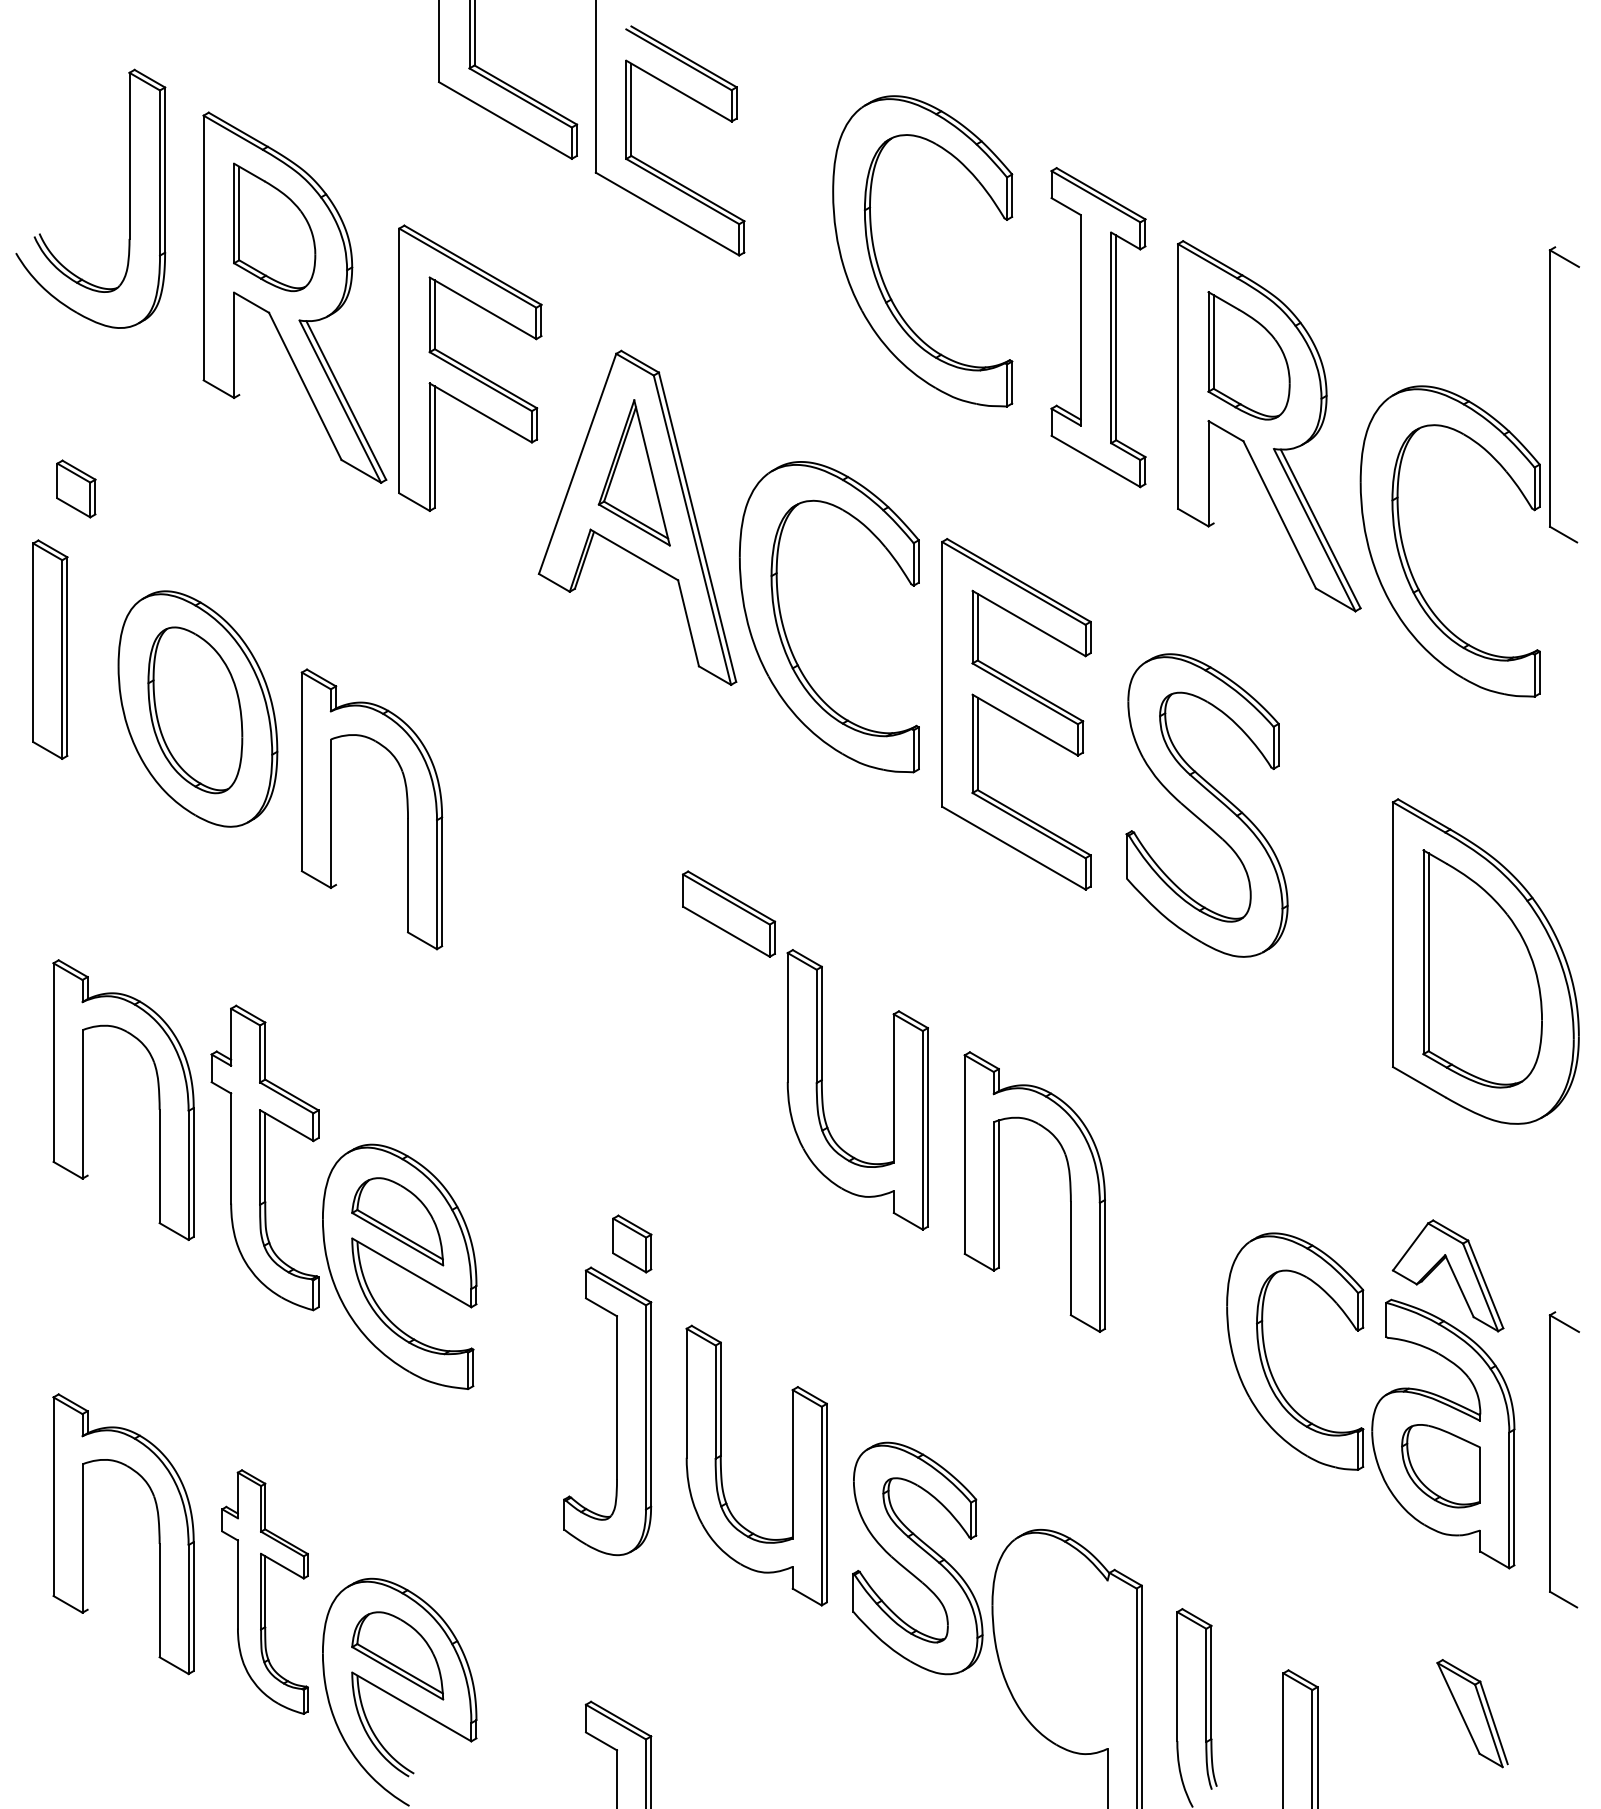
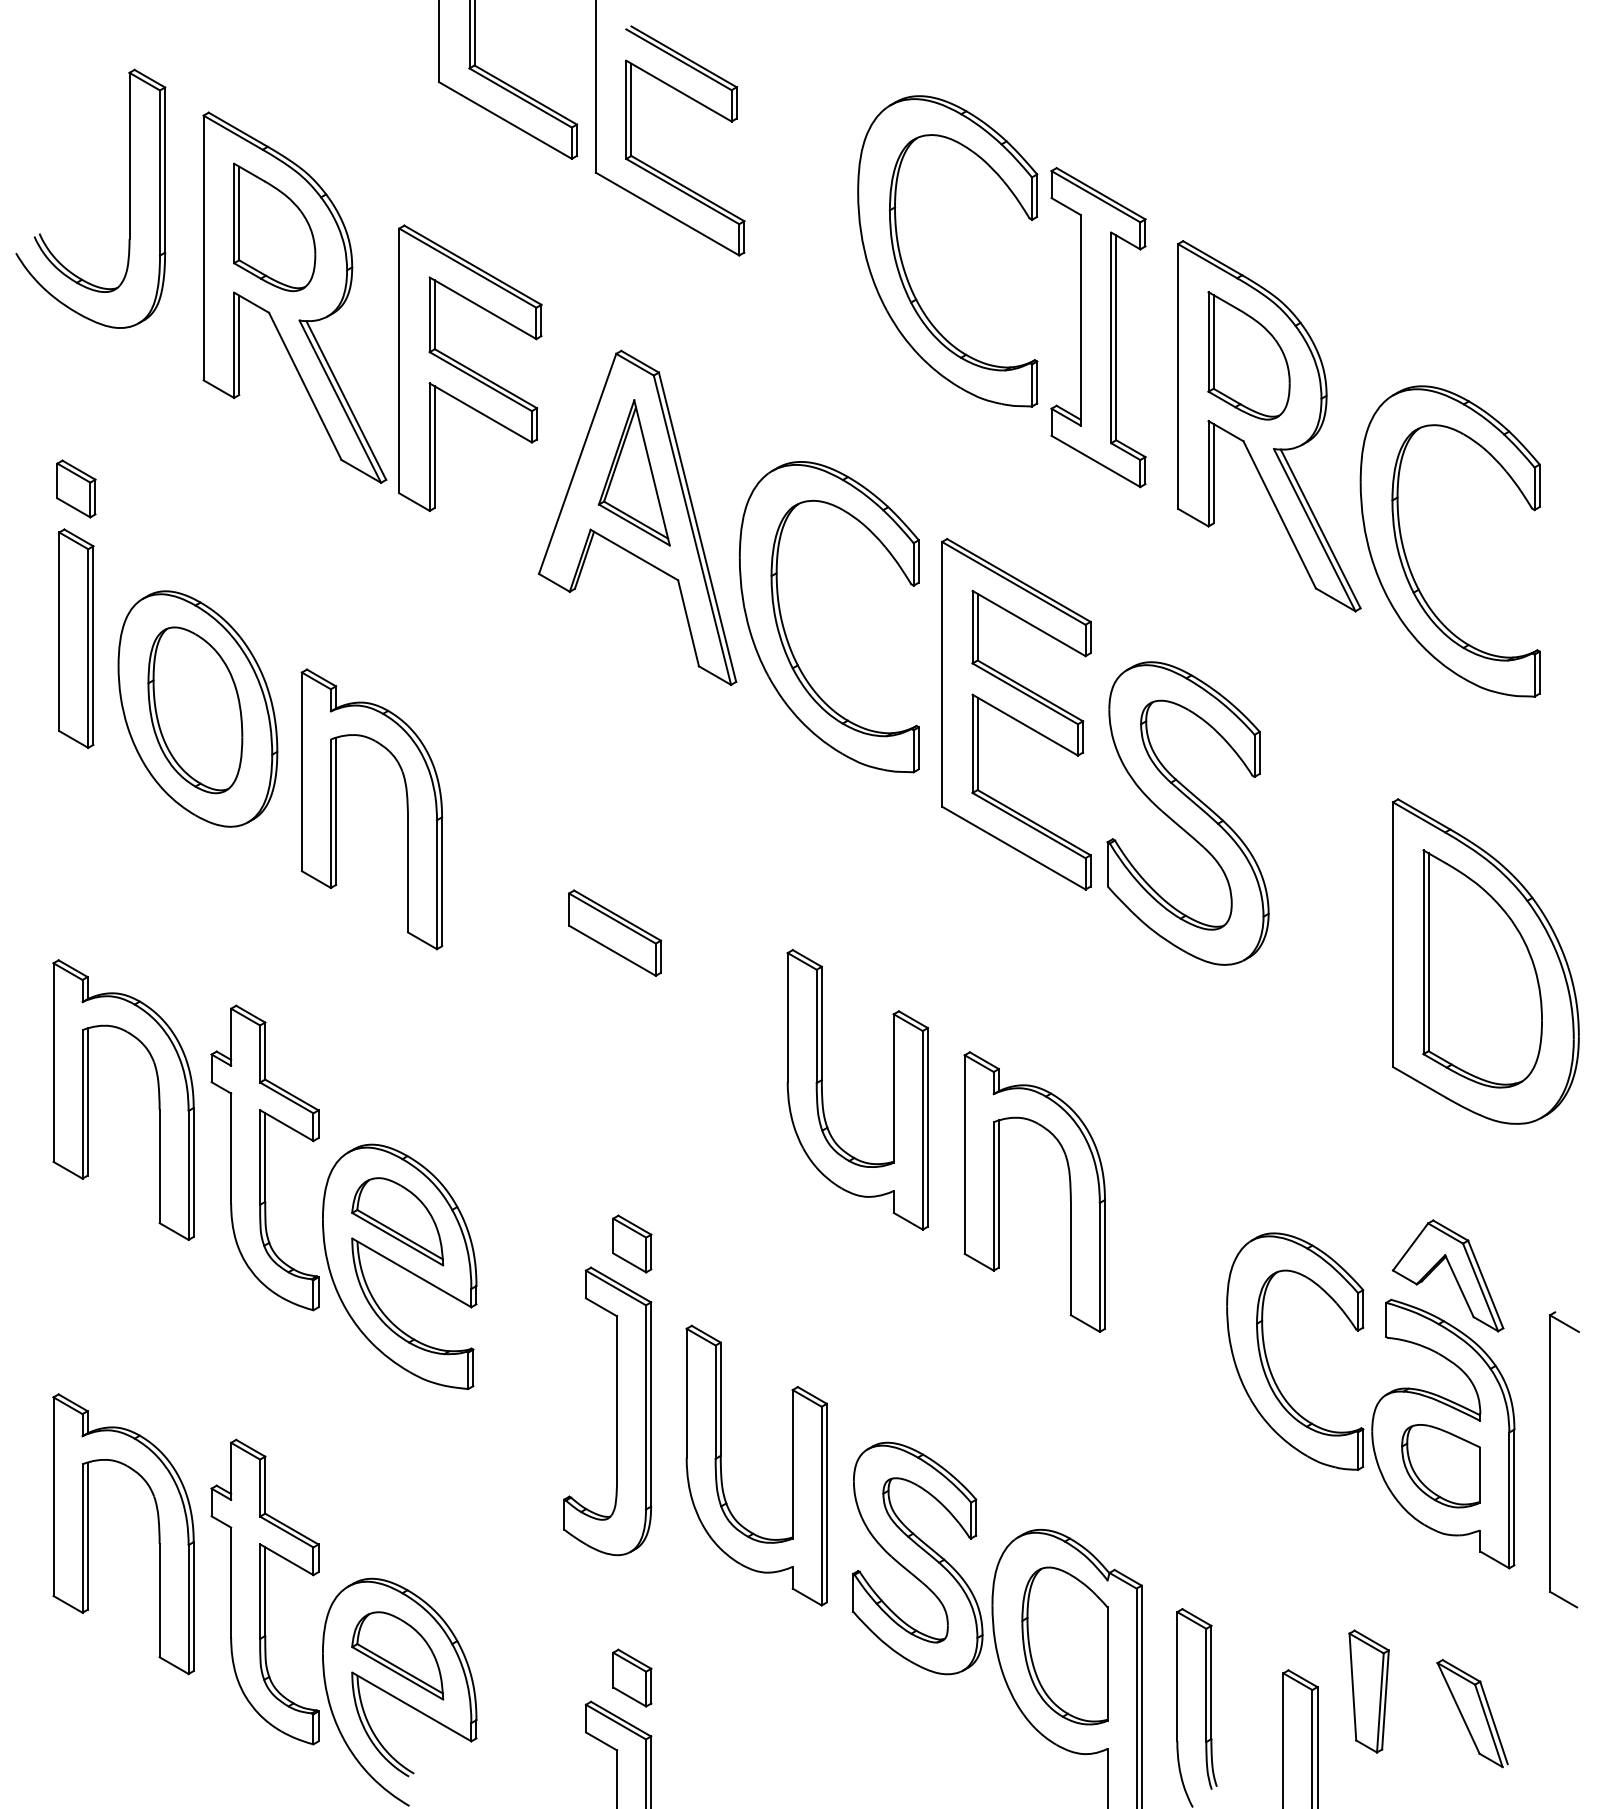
part at (879, 266) position: (879, 266) -> (904, 266)
line at (239, 345): none -> present
part at (1550, 394): present -> none
line at (1213, 473): none -> present
part at (50, 649) position: (50, 649) -> (76, 638)
part at (1206, 805) position: (1206, 805) -> (1187, 813)
line at (336, 811): none -> present
part at (729, 913) position: (729, 913) -> (615, 932)
line at (87, 1101): none -> present
line at (87, 1535): none -> present
part at (264, 1591) size: 88x246 px -> 110x308 px
part at (1064, 1645): none -> present
part at (632, 1677): none -> present
part at (1368, 1691): none -> present
